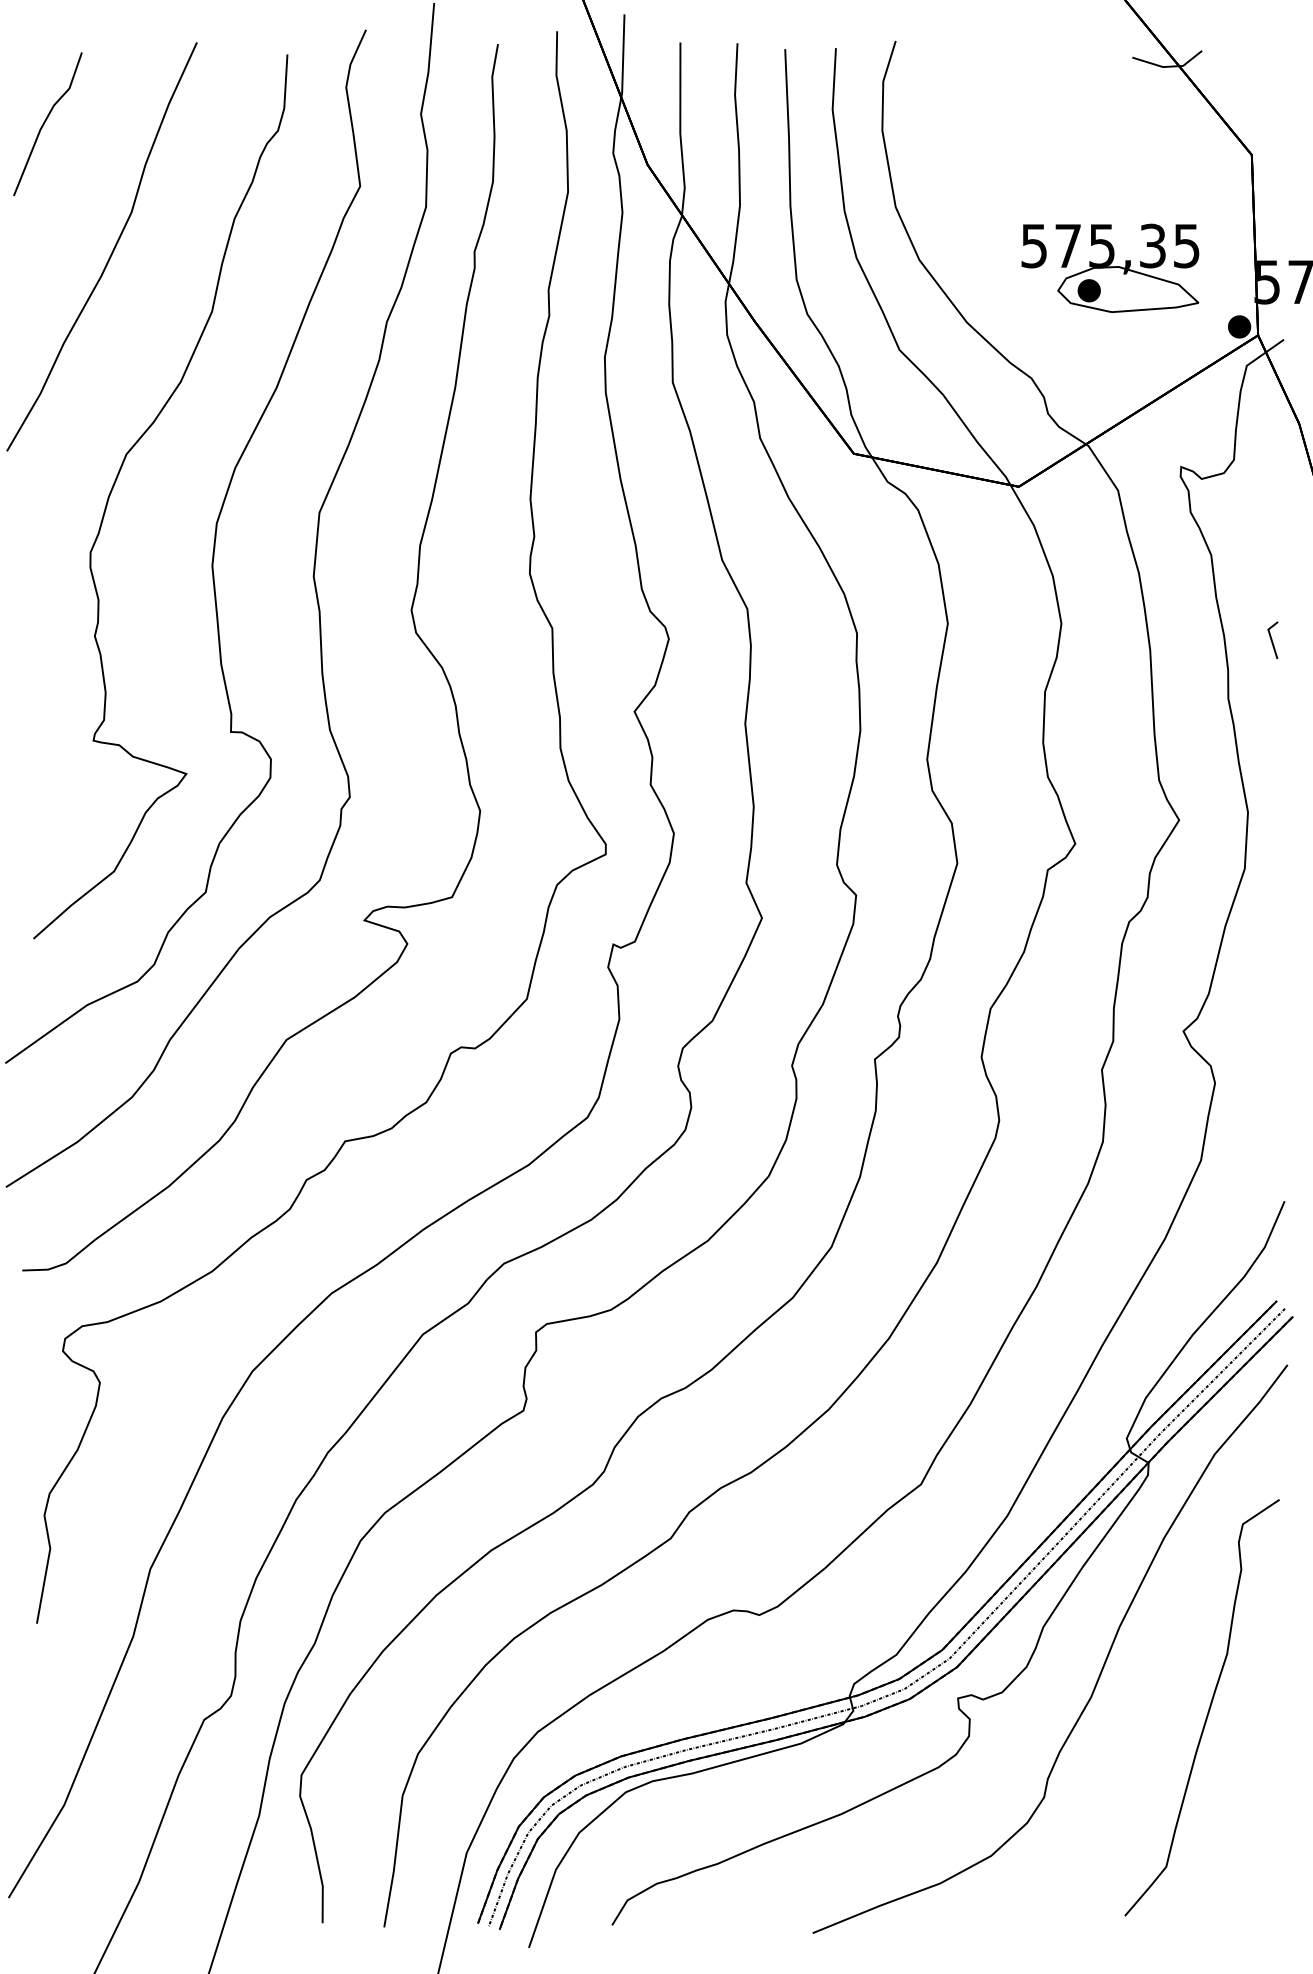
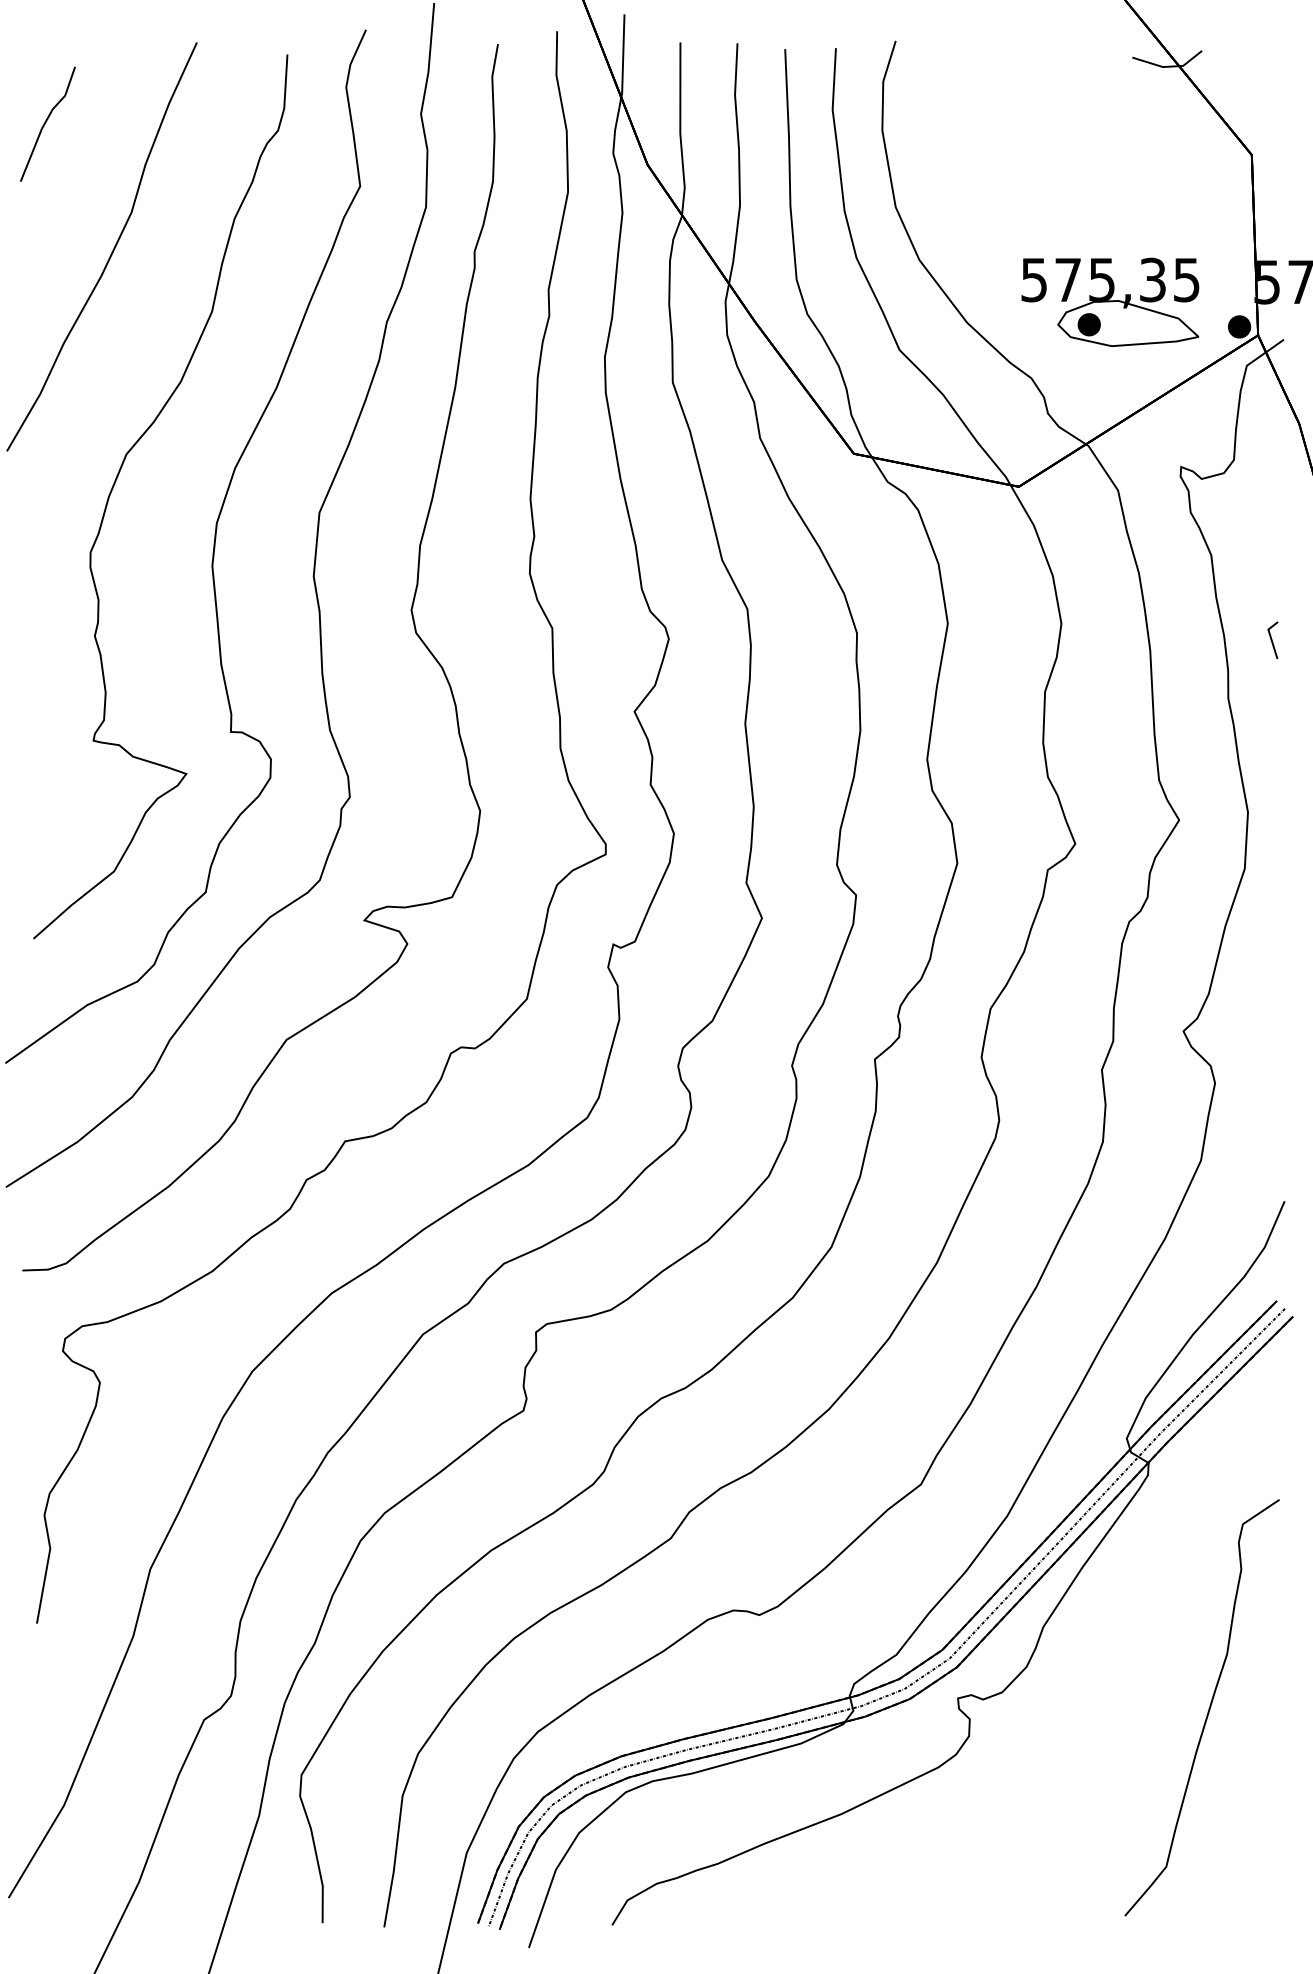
part at (47, 124) size: 70x145 px -> 56x116 px
part at (1110, 267) position: (1110, 267) -> (1110, 301)
curve at (1101, 1668): present -> none
